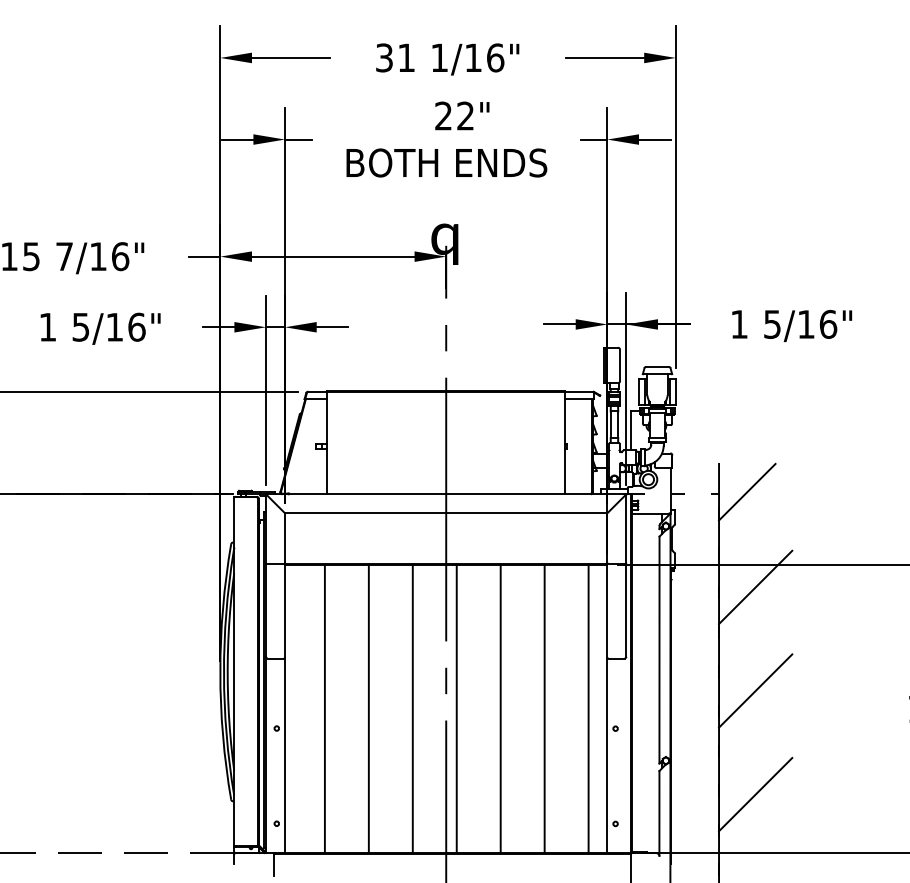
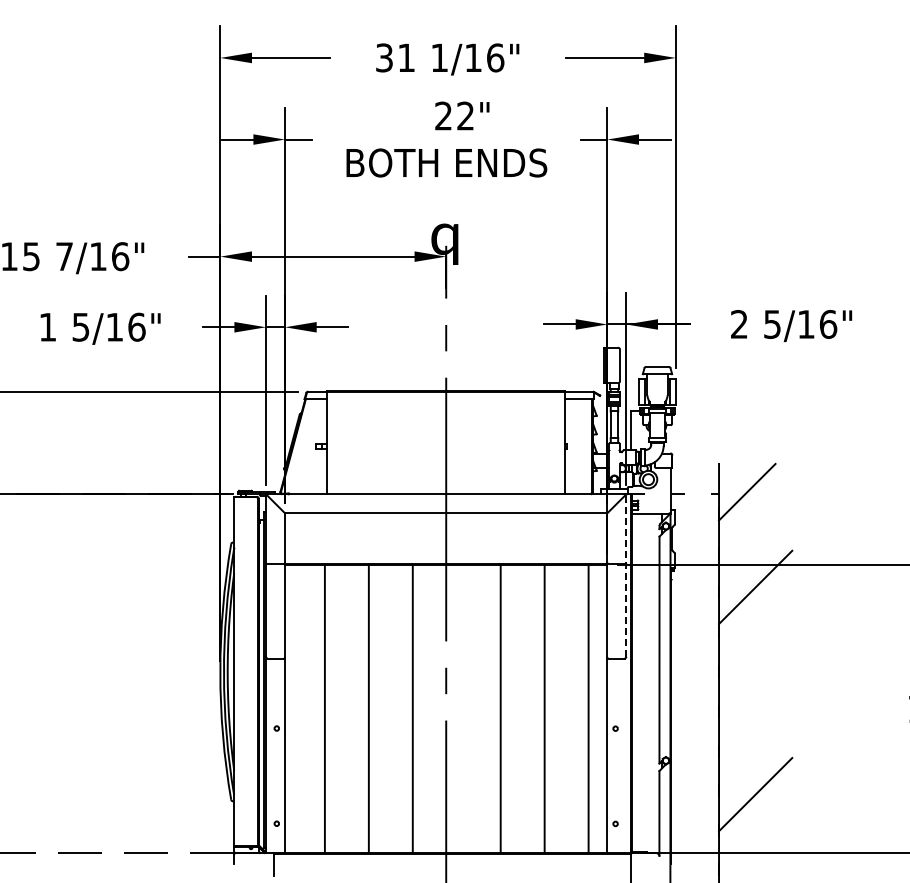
text at (739, 324): 1 -> 2
line at (626, 576): solid -> dashed
line at (755, 690): present -> none
line at (456, 708): present -> none
